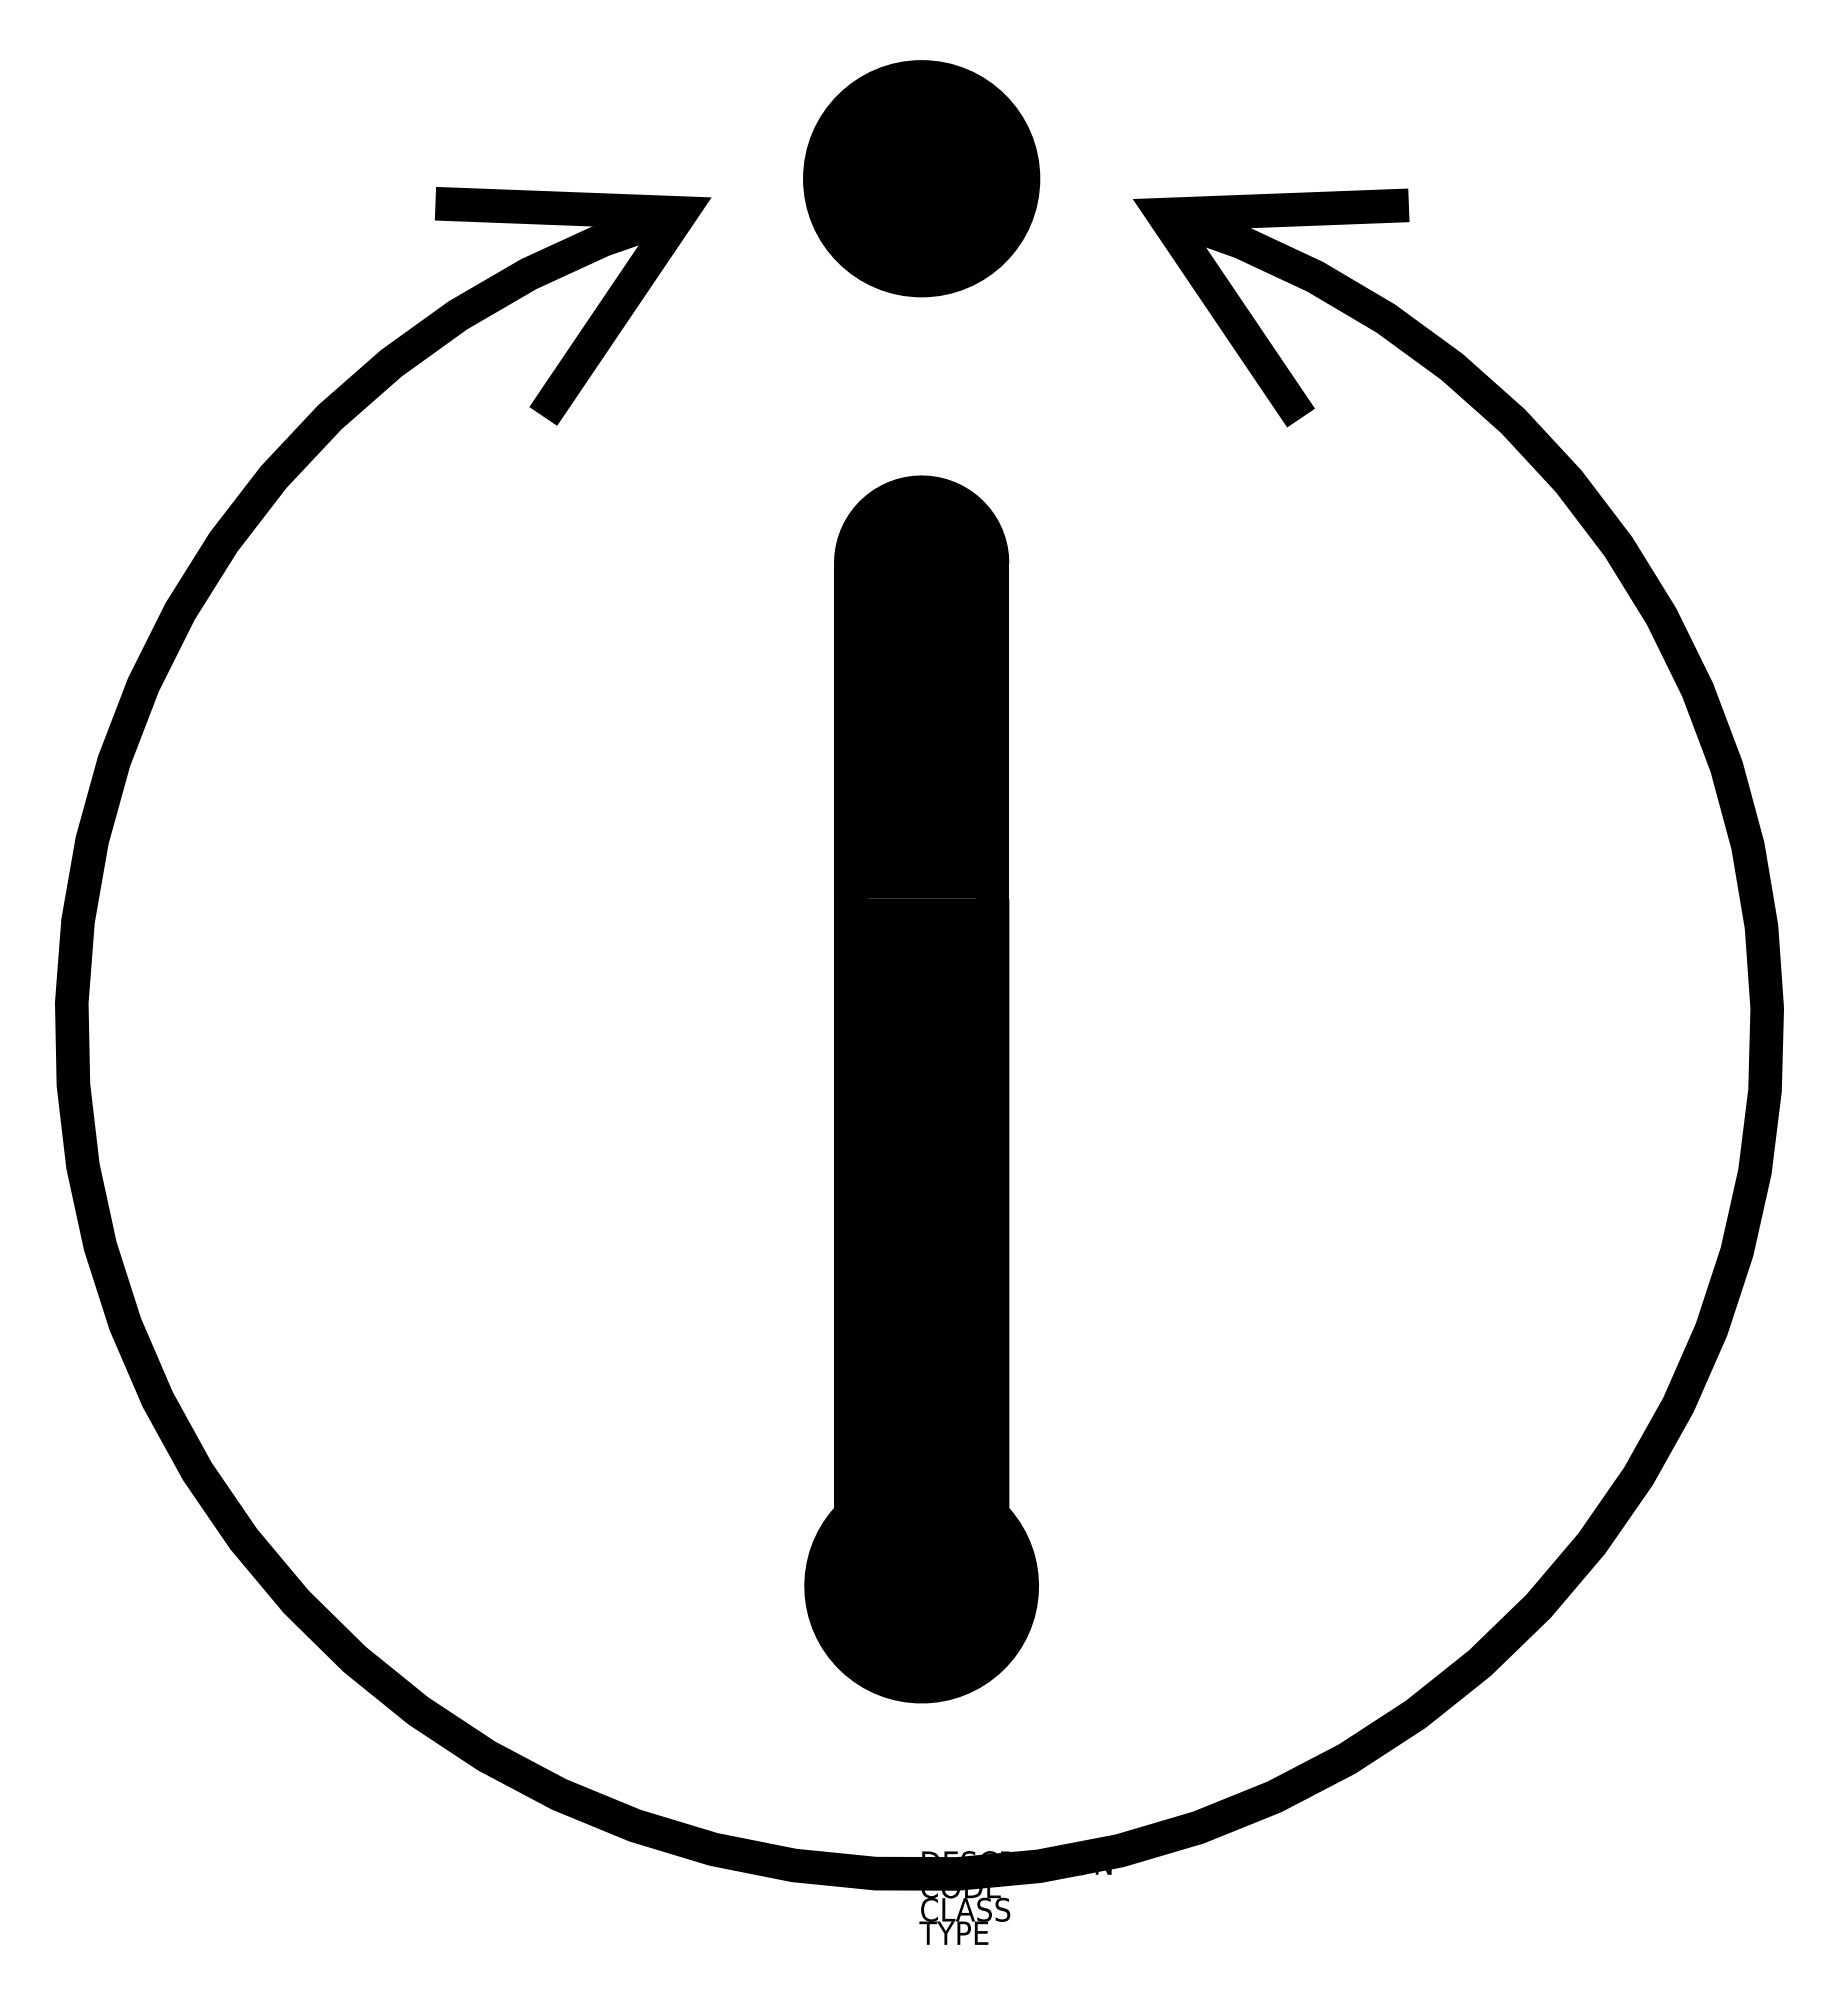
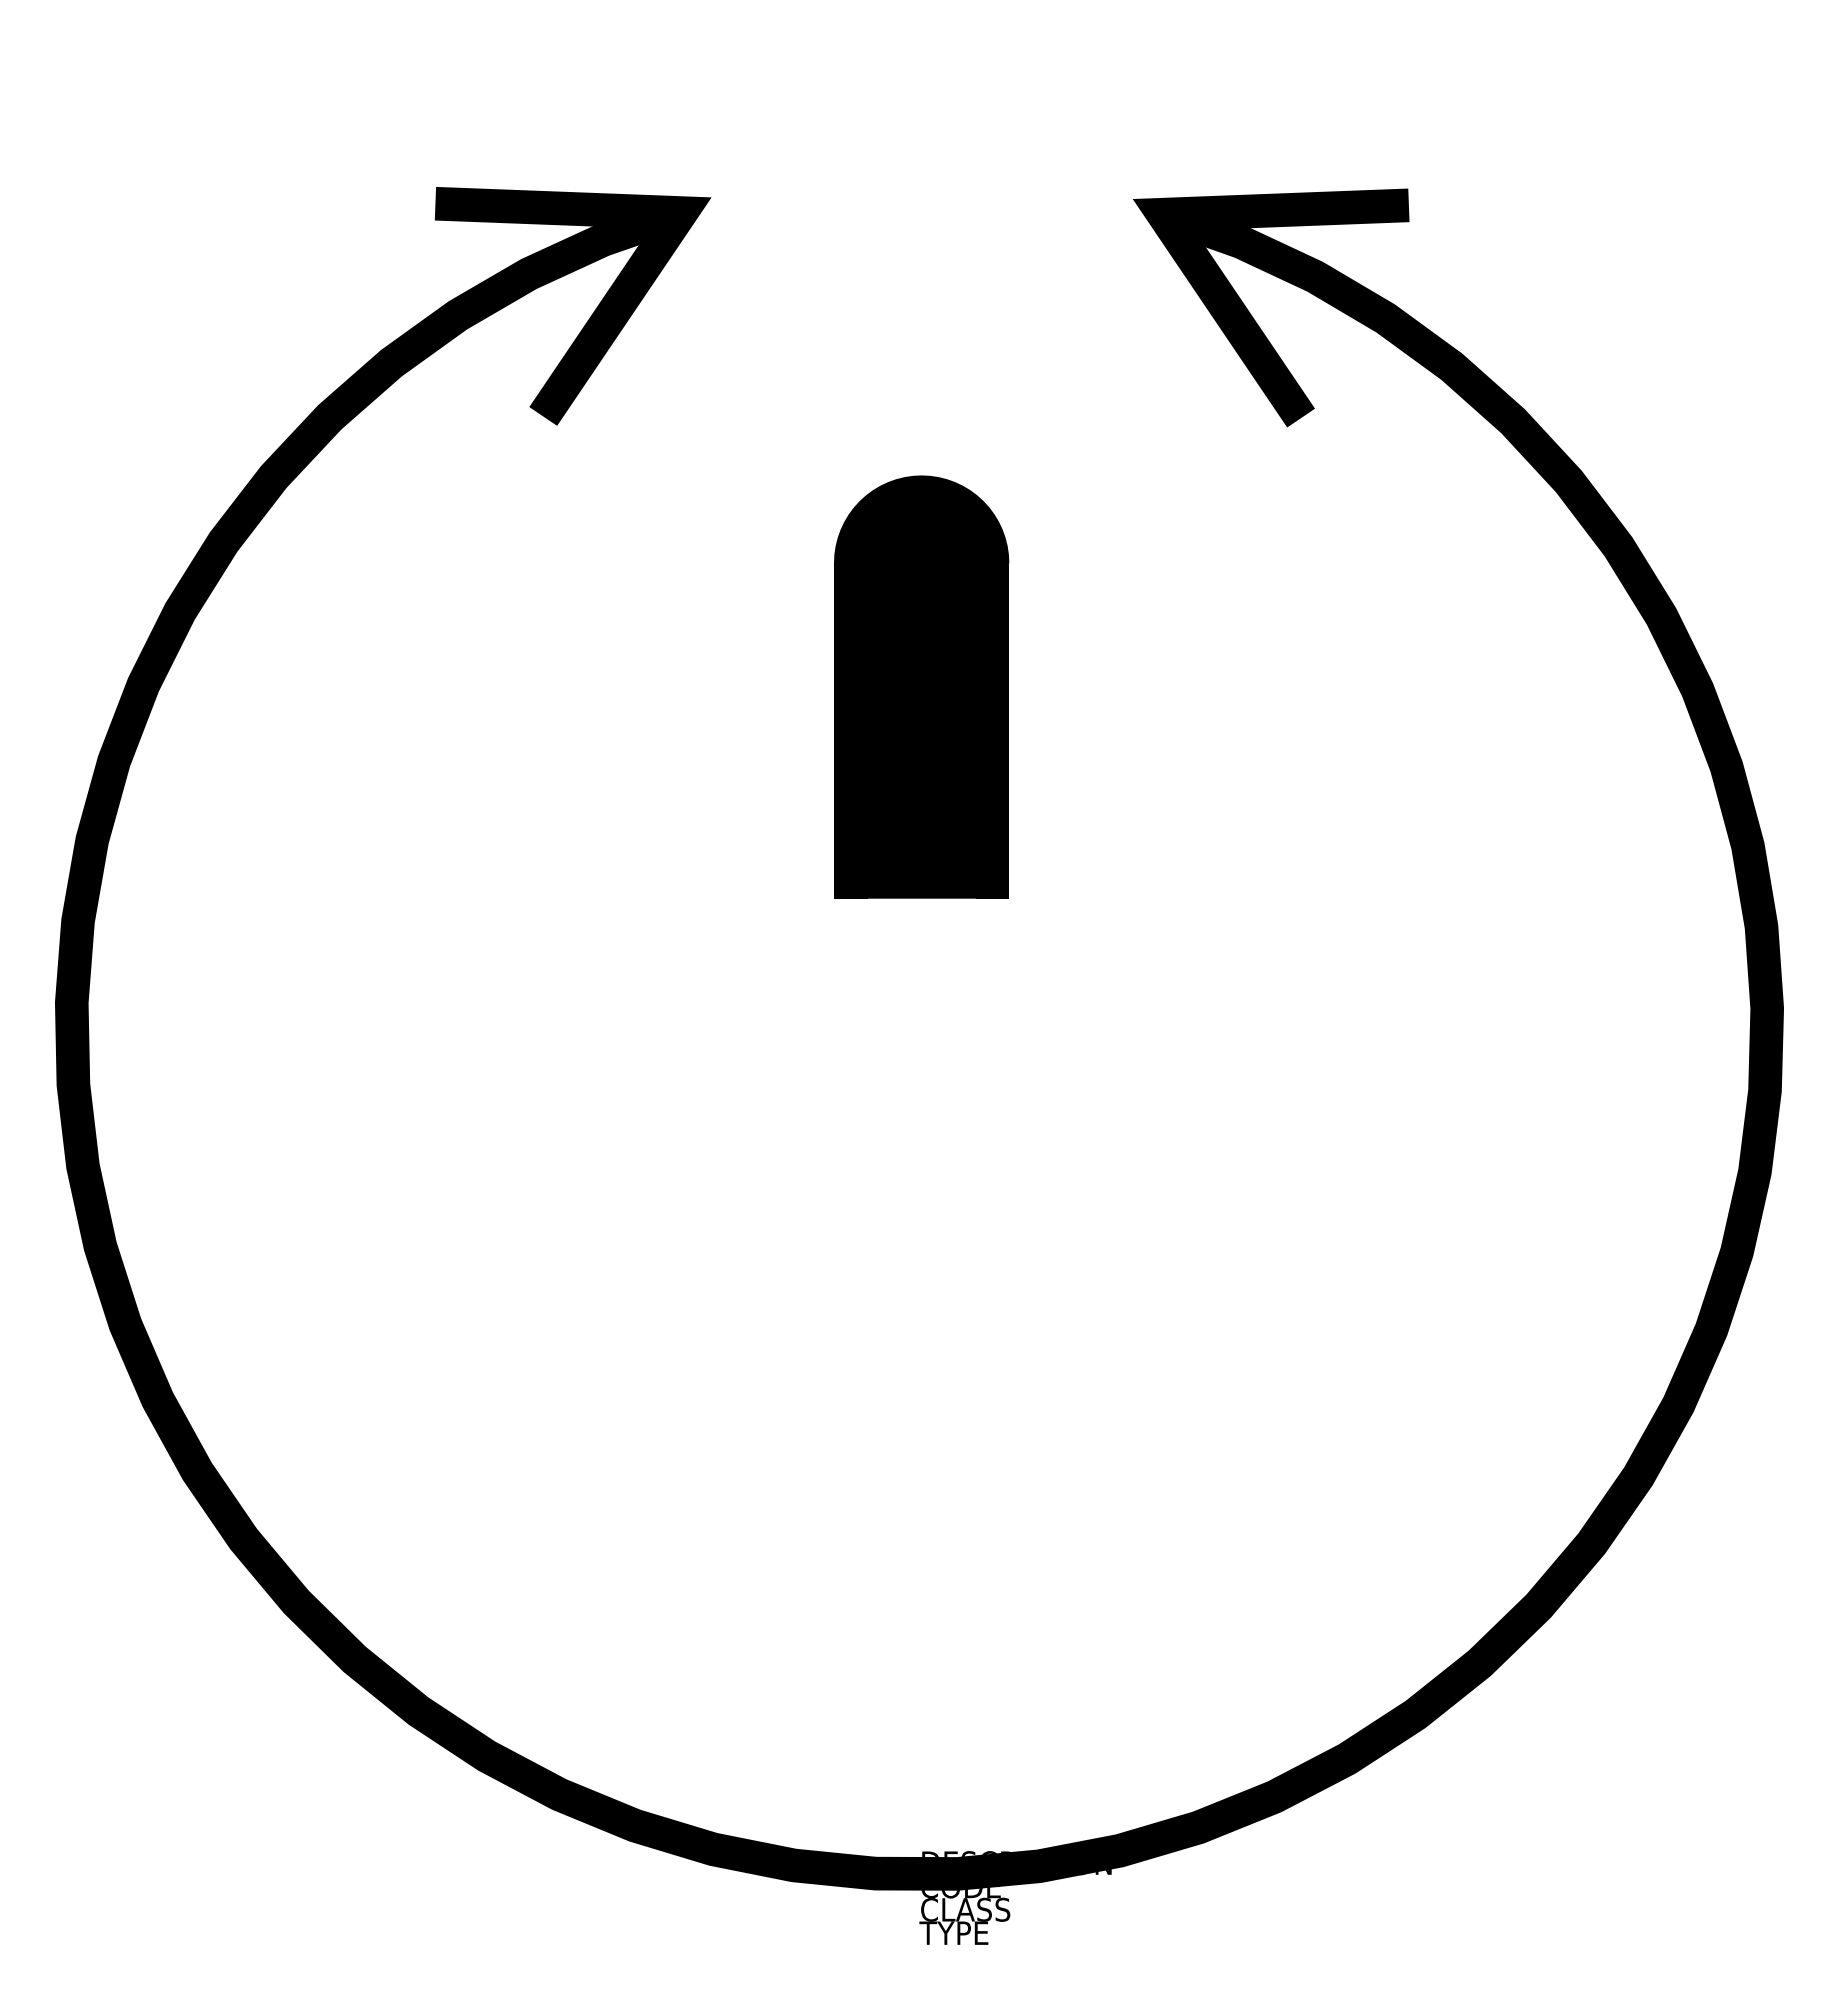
part at (921, 178): present -> none
fill at (921, 1300): present -> none
